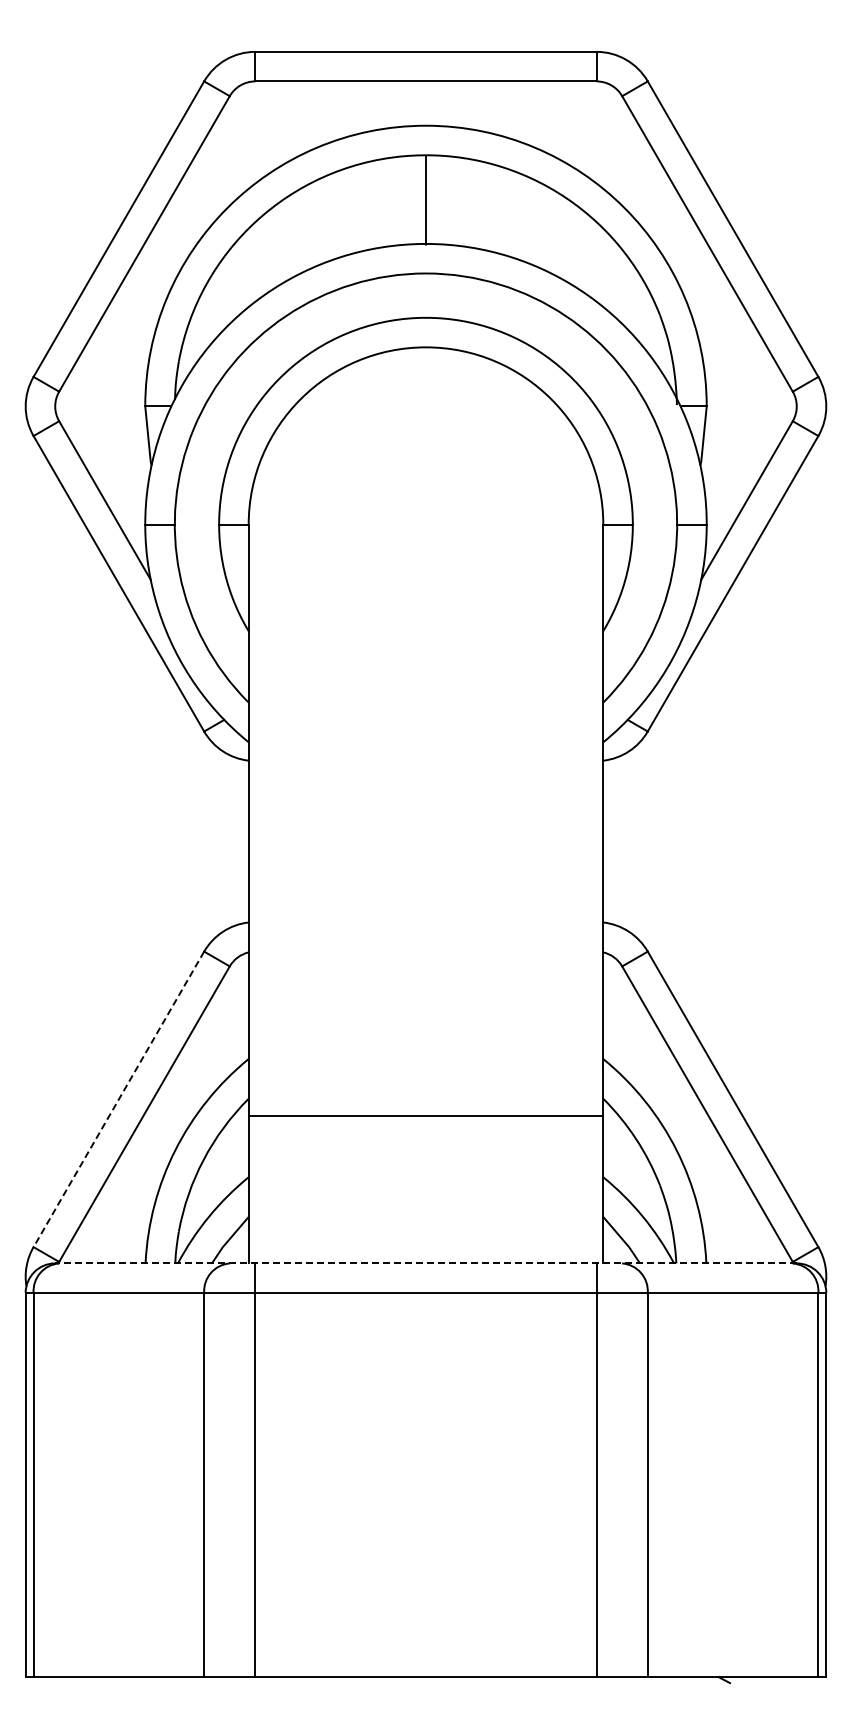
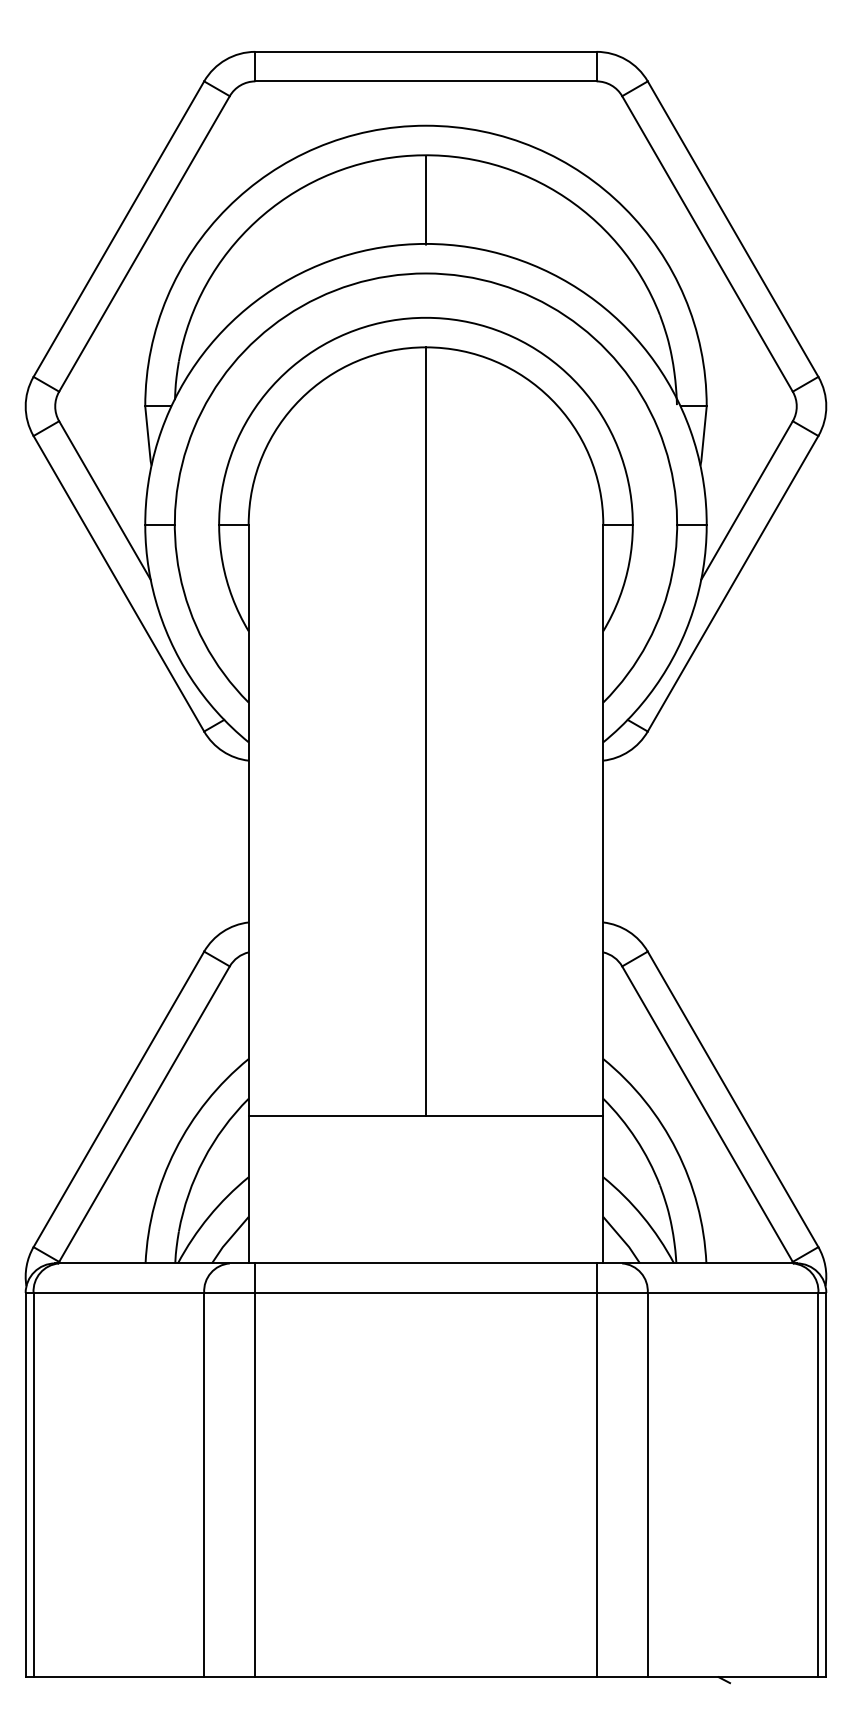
line at (425, 731): none -> present
line at (118, 1099): dashed -> solid
line at (425, 1263): dashed -> solid
